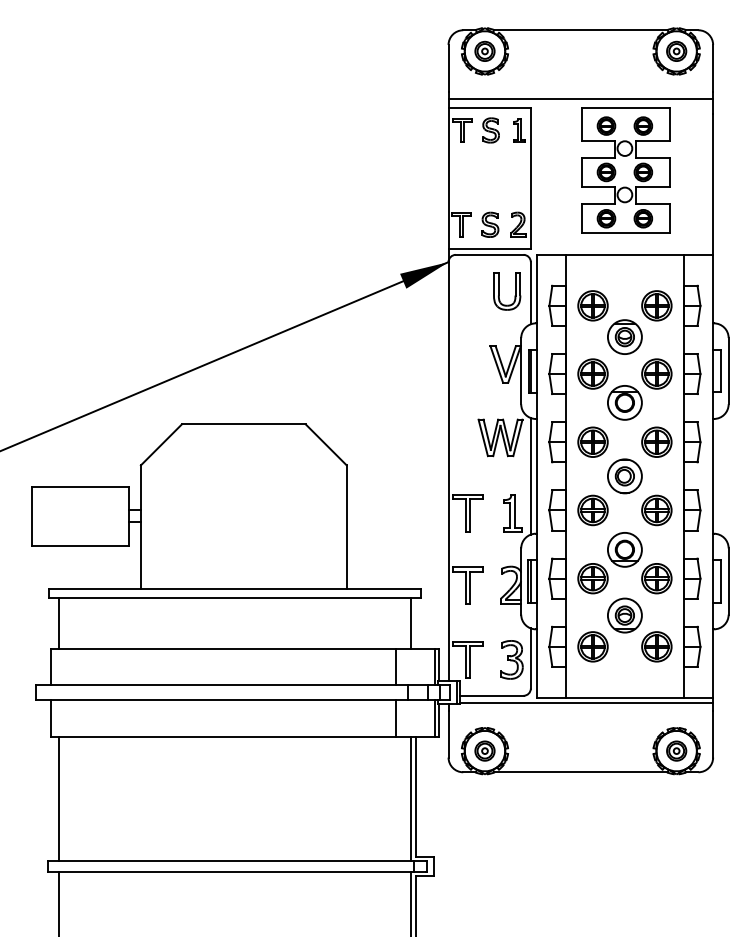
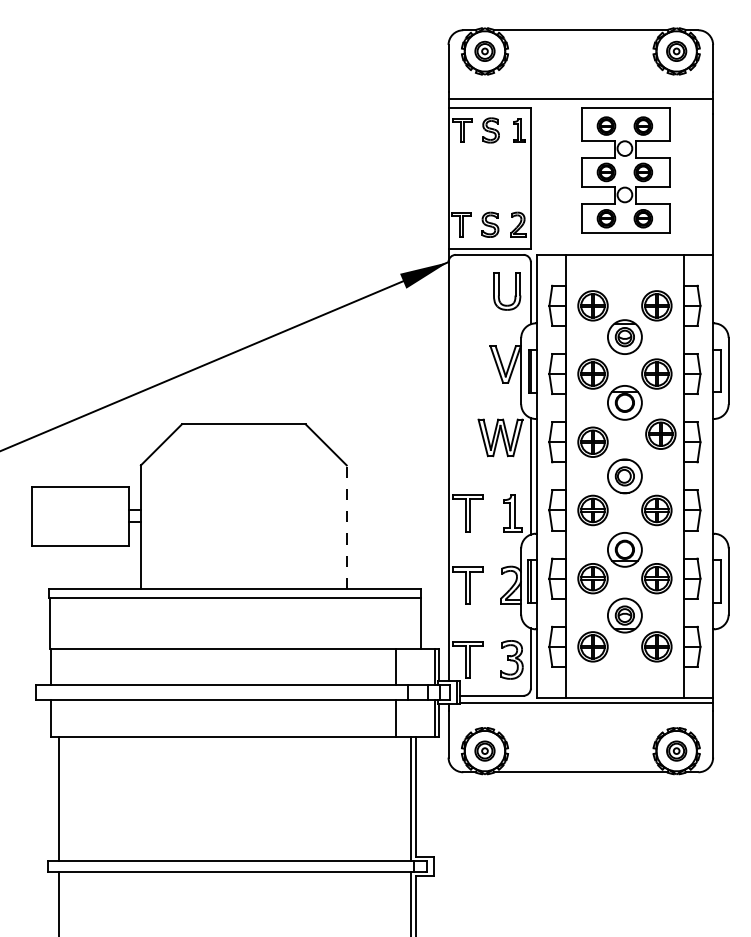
part at (656, 441) position: (656, 441) -> (660, 433)
line at (346, 527): solid -> dashed
line at (58, 623) position: (58, 623) -> (49, 623)
line at (411, 623) position: (411, 623) -> (421, 623)
